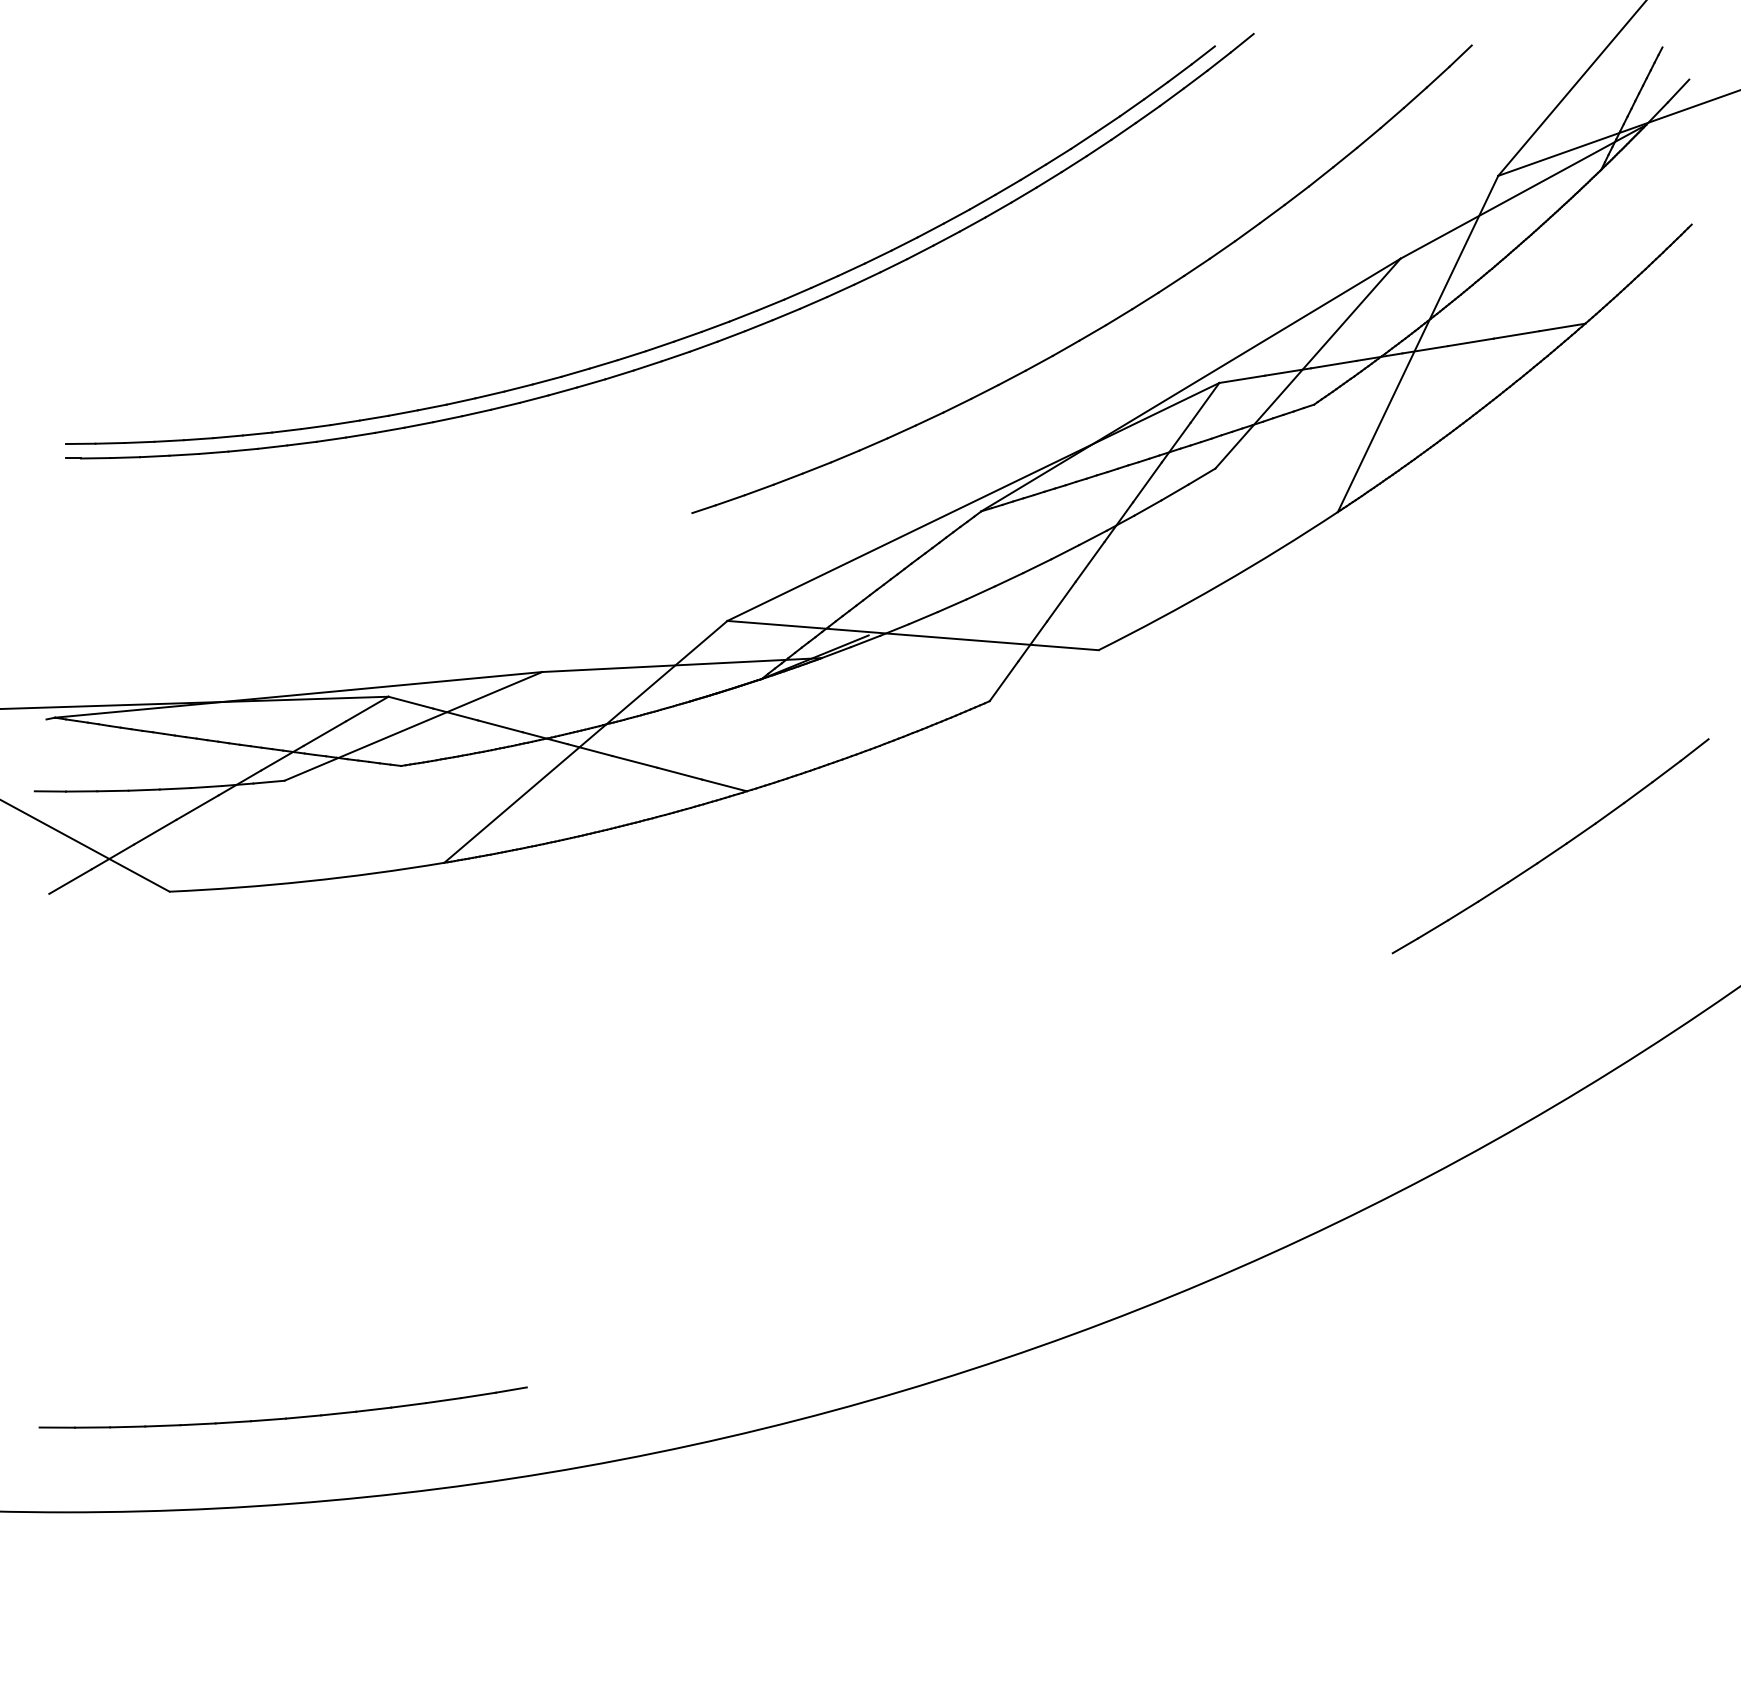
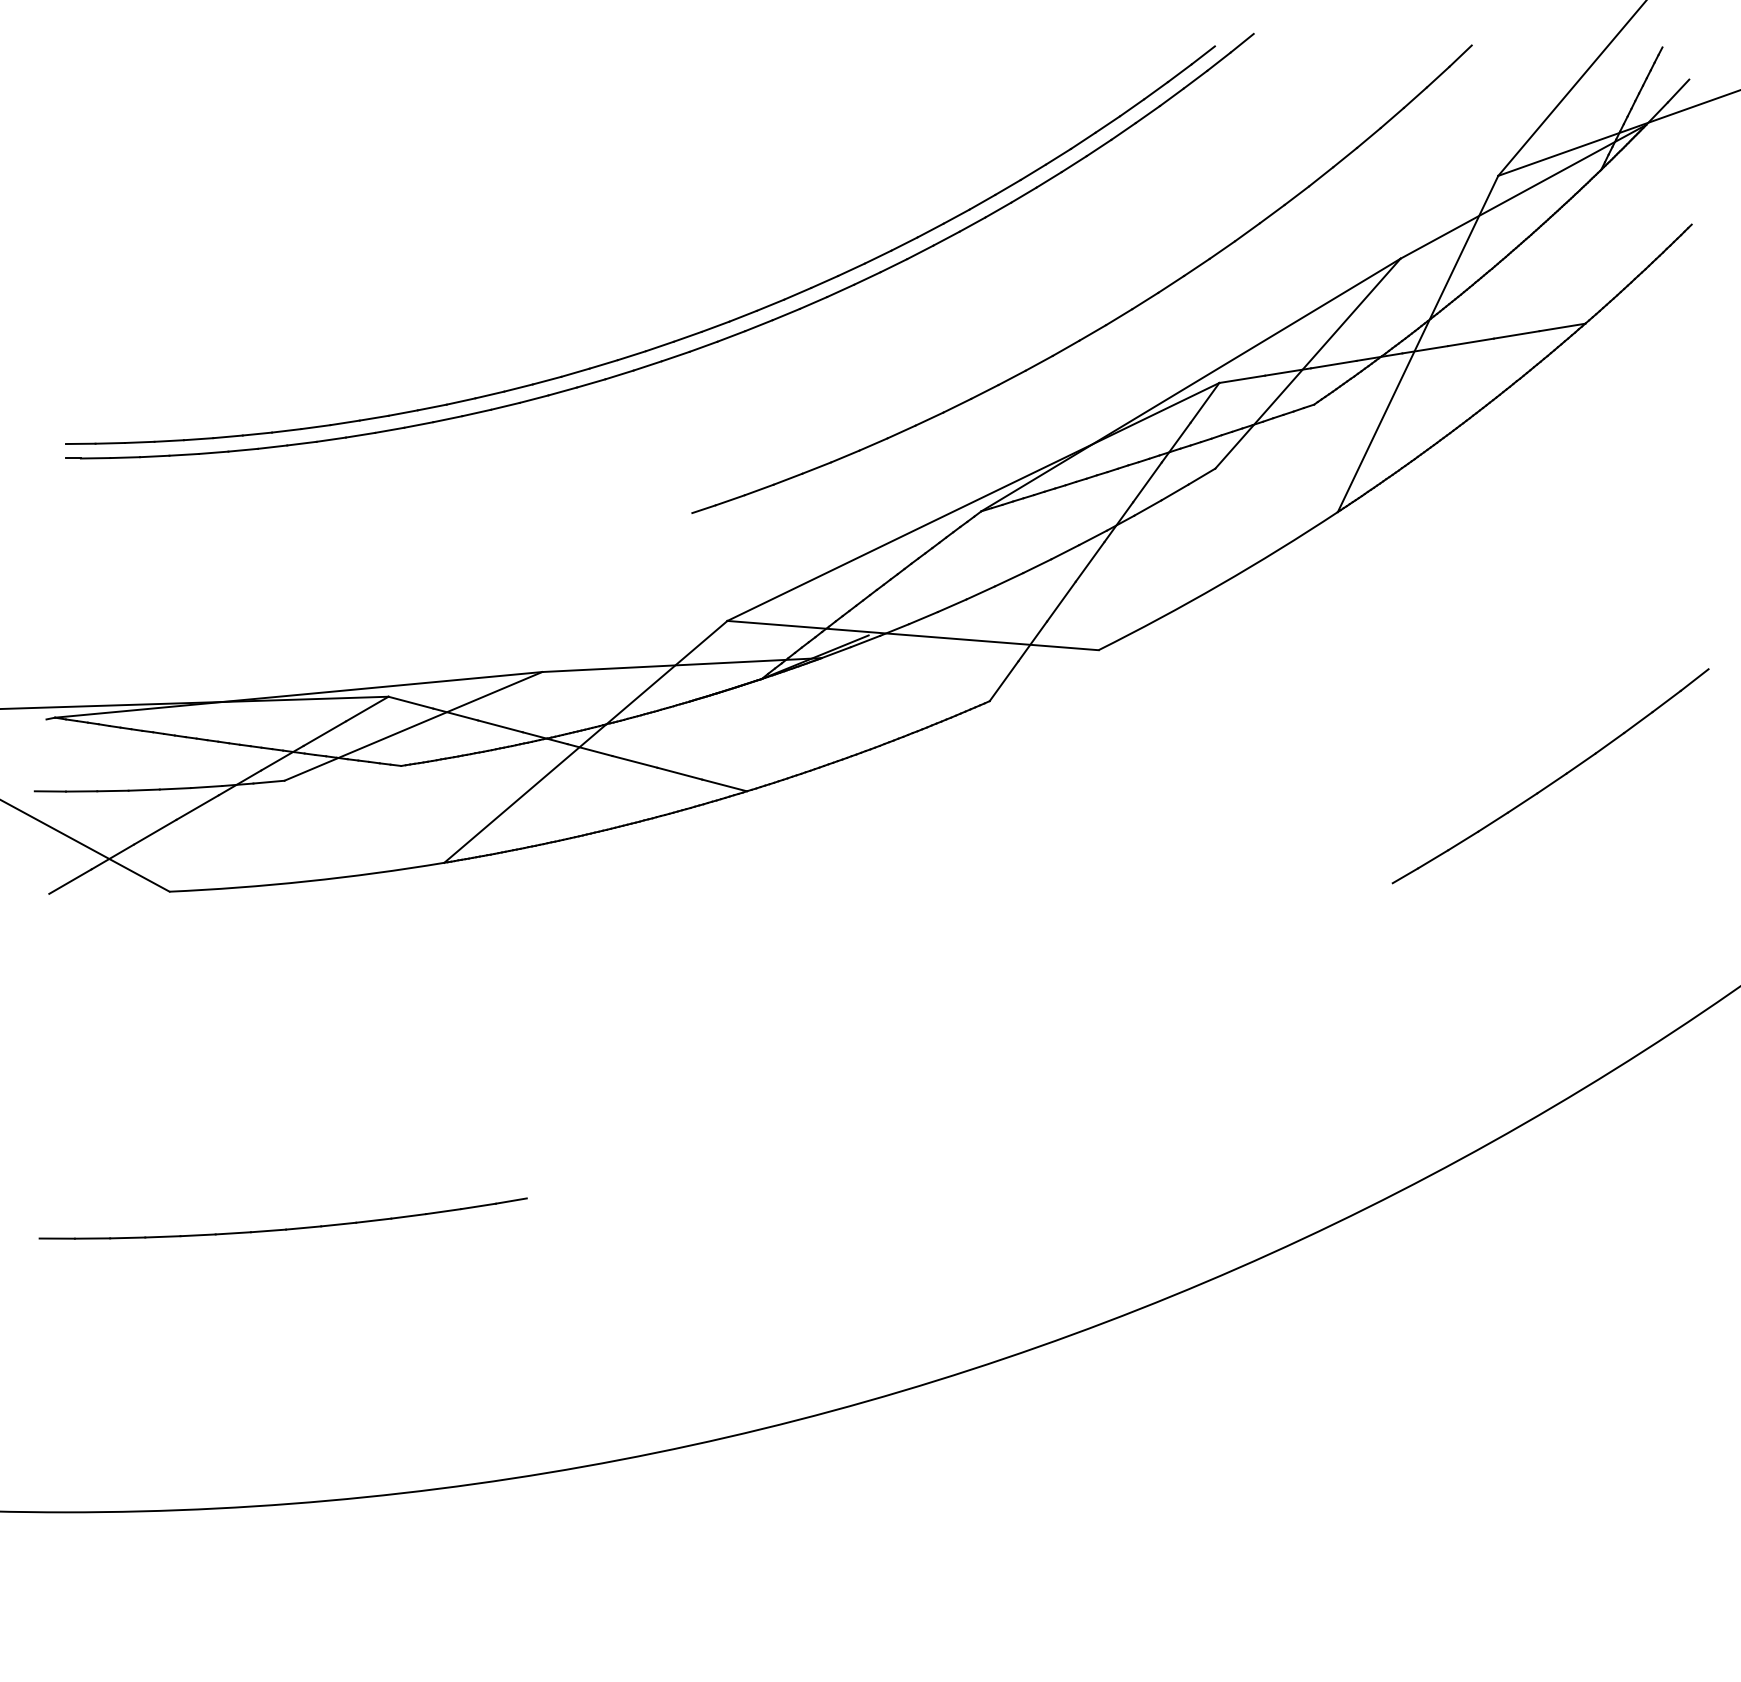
part at (1550, 846) position: (1550, 846) -> (1550, 776)
part at (283, 1417) position: (283, 1417) -> (283, 1228)
